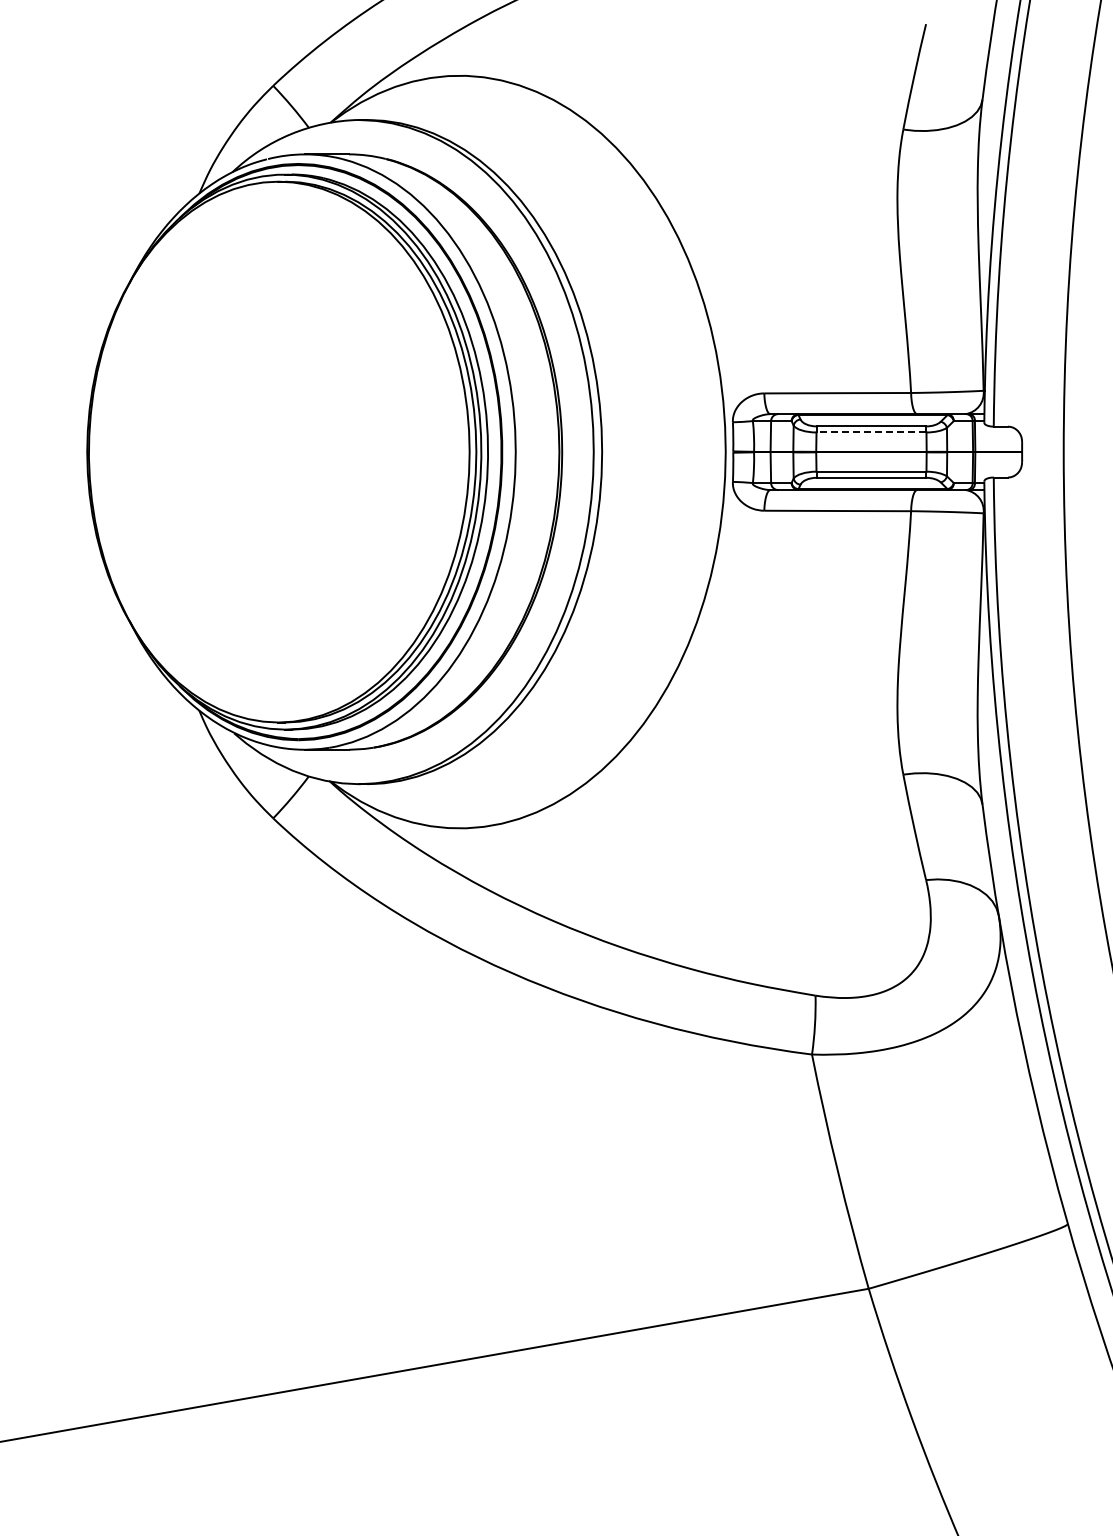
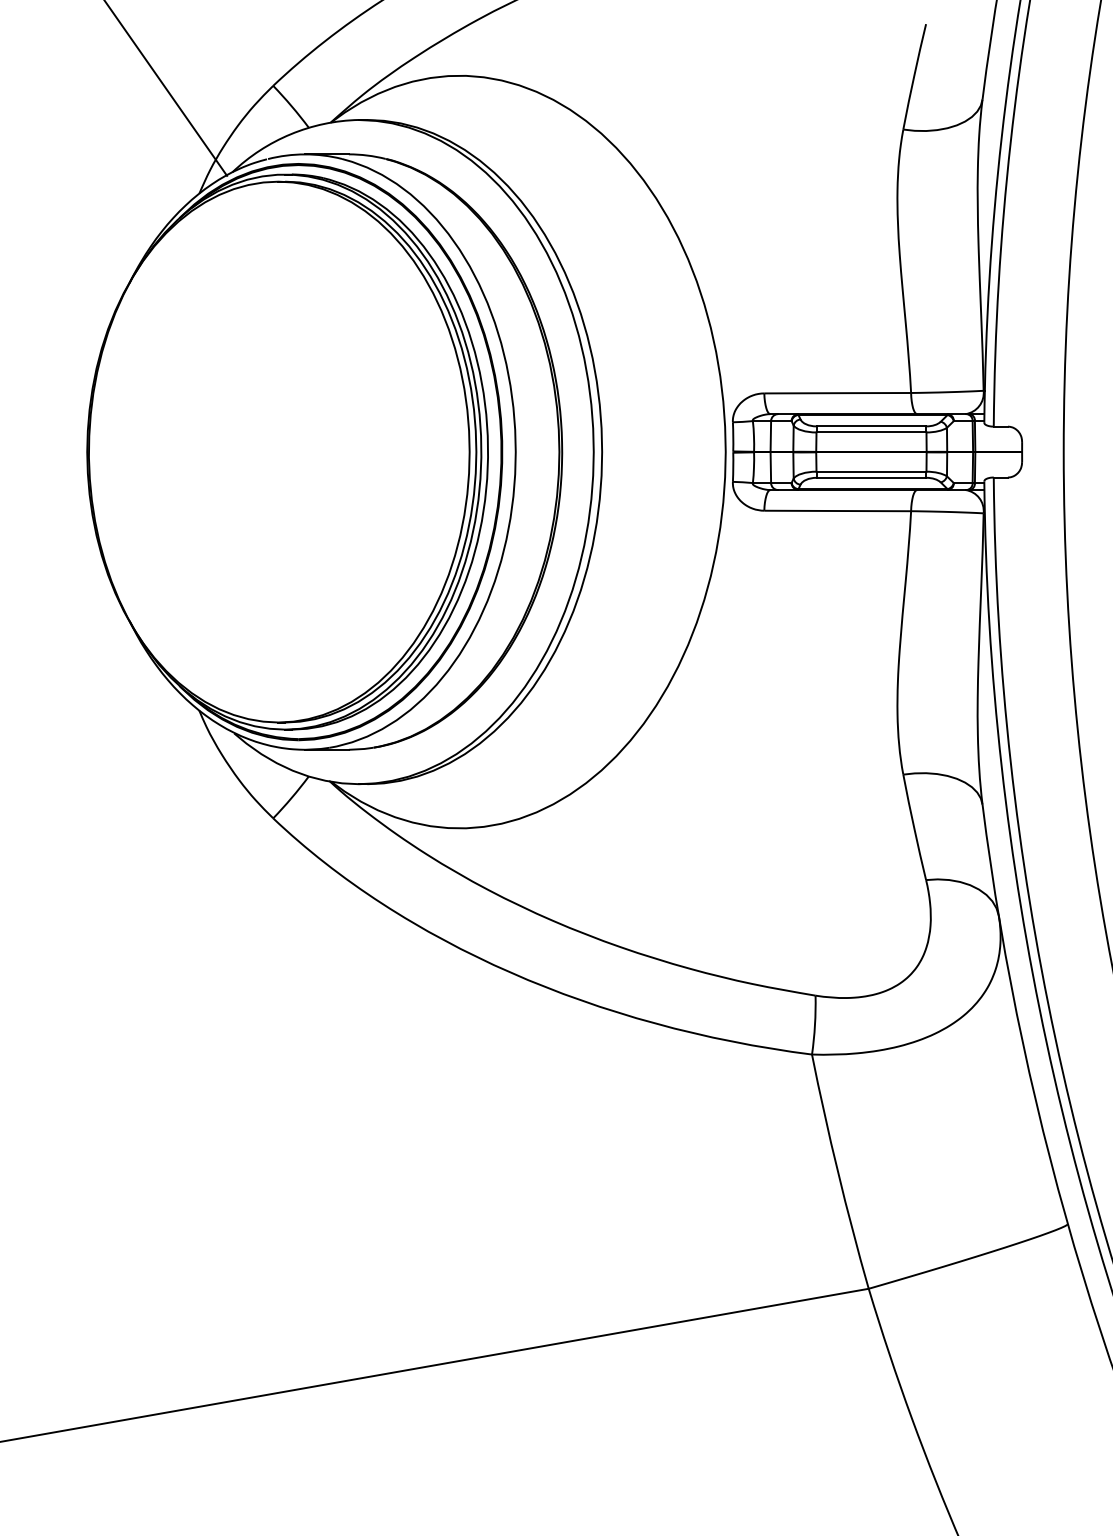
line at (166, 88): none -> present
line at (871, 432): dashed -> solid
